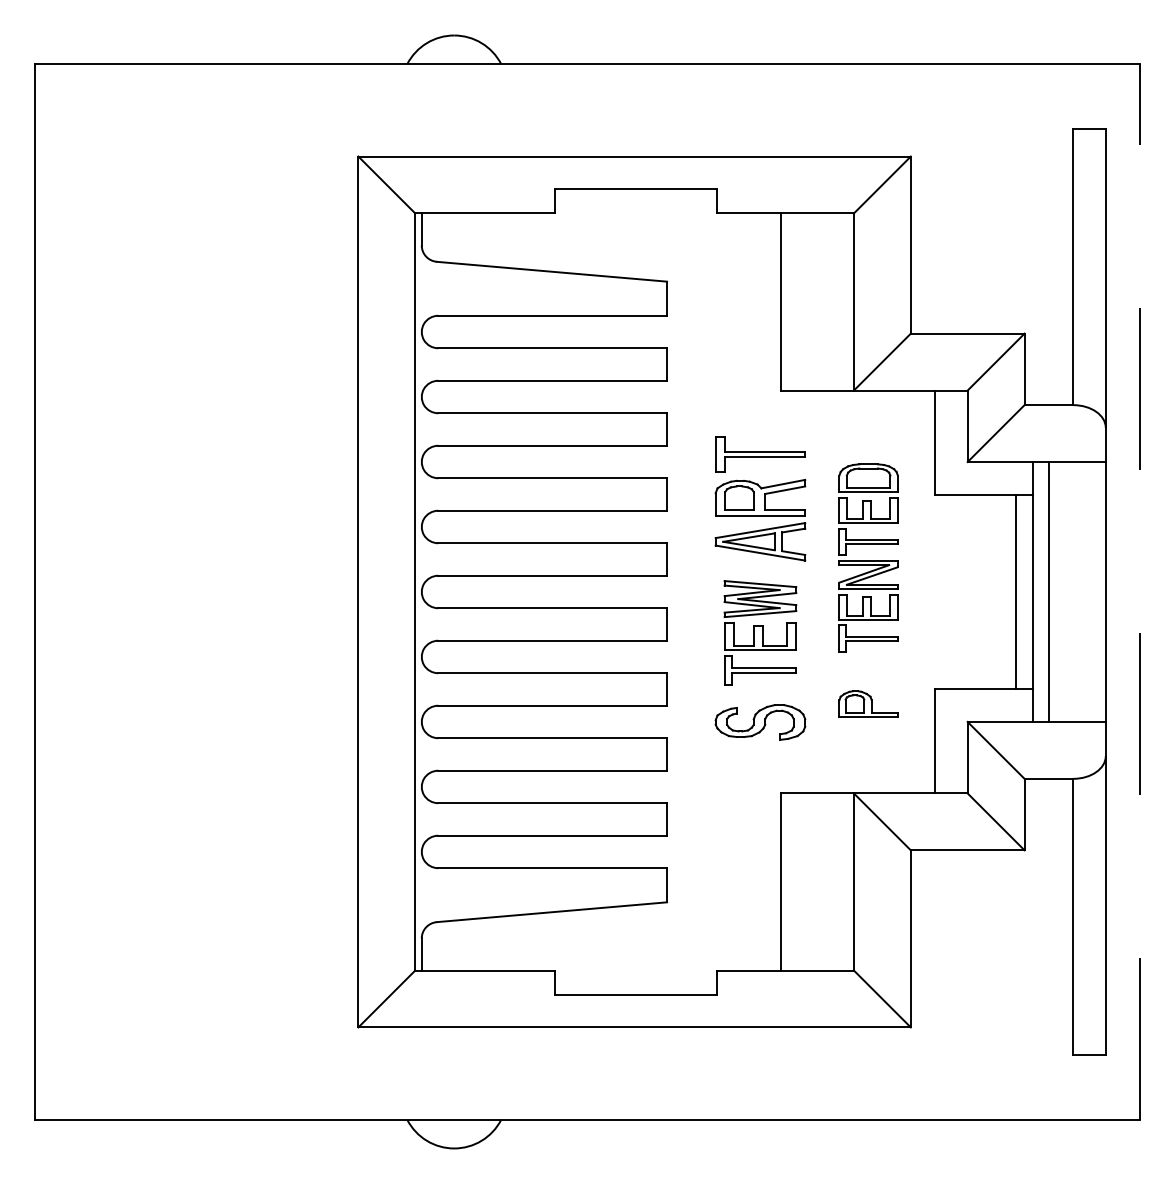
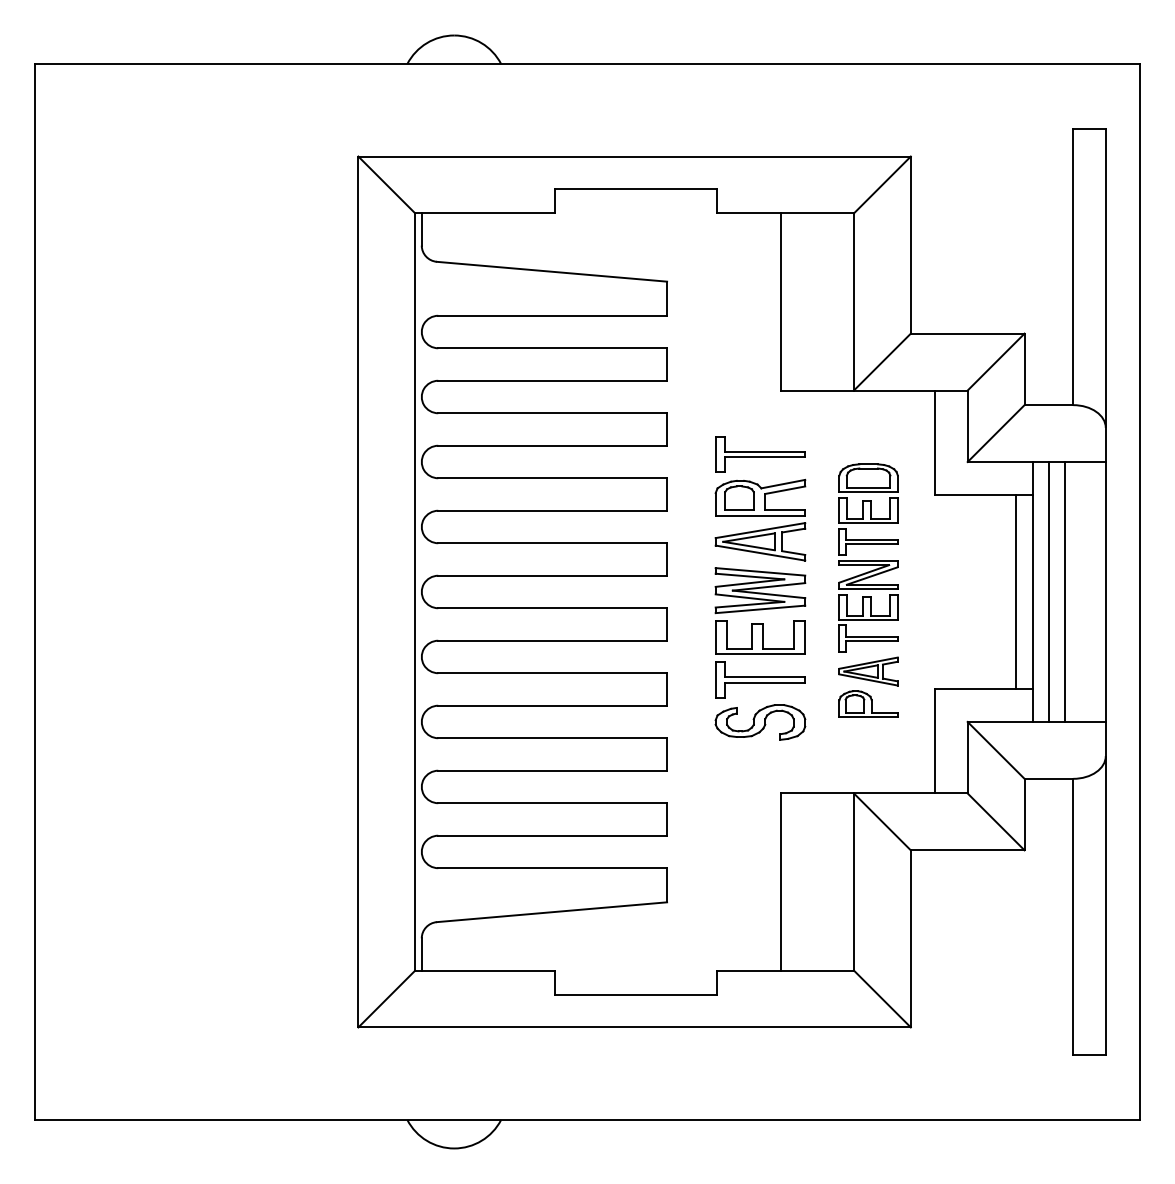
line at (1065, 591): none -> present
line at (1139, 591): dashed -> solid
part at (760, 632) size: 75x106 px -> 93x132 px
part at (868, 671): none -> present
